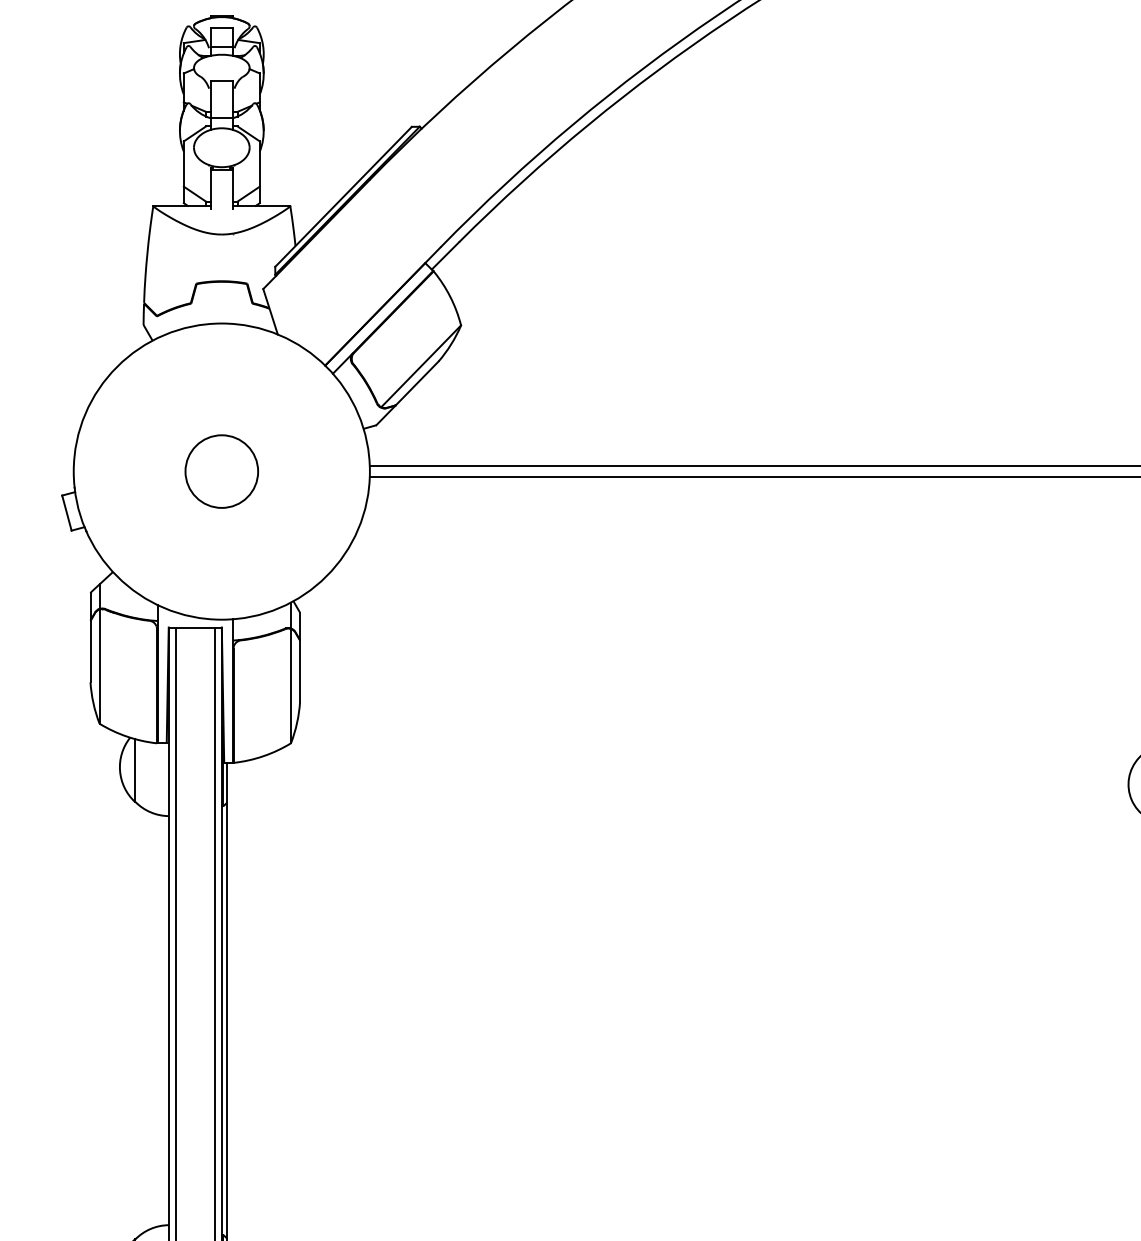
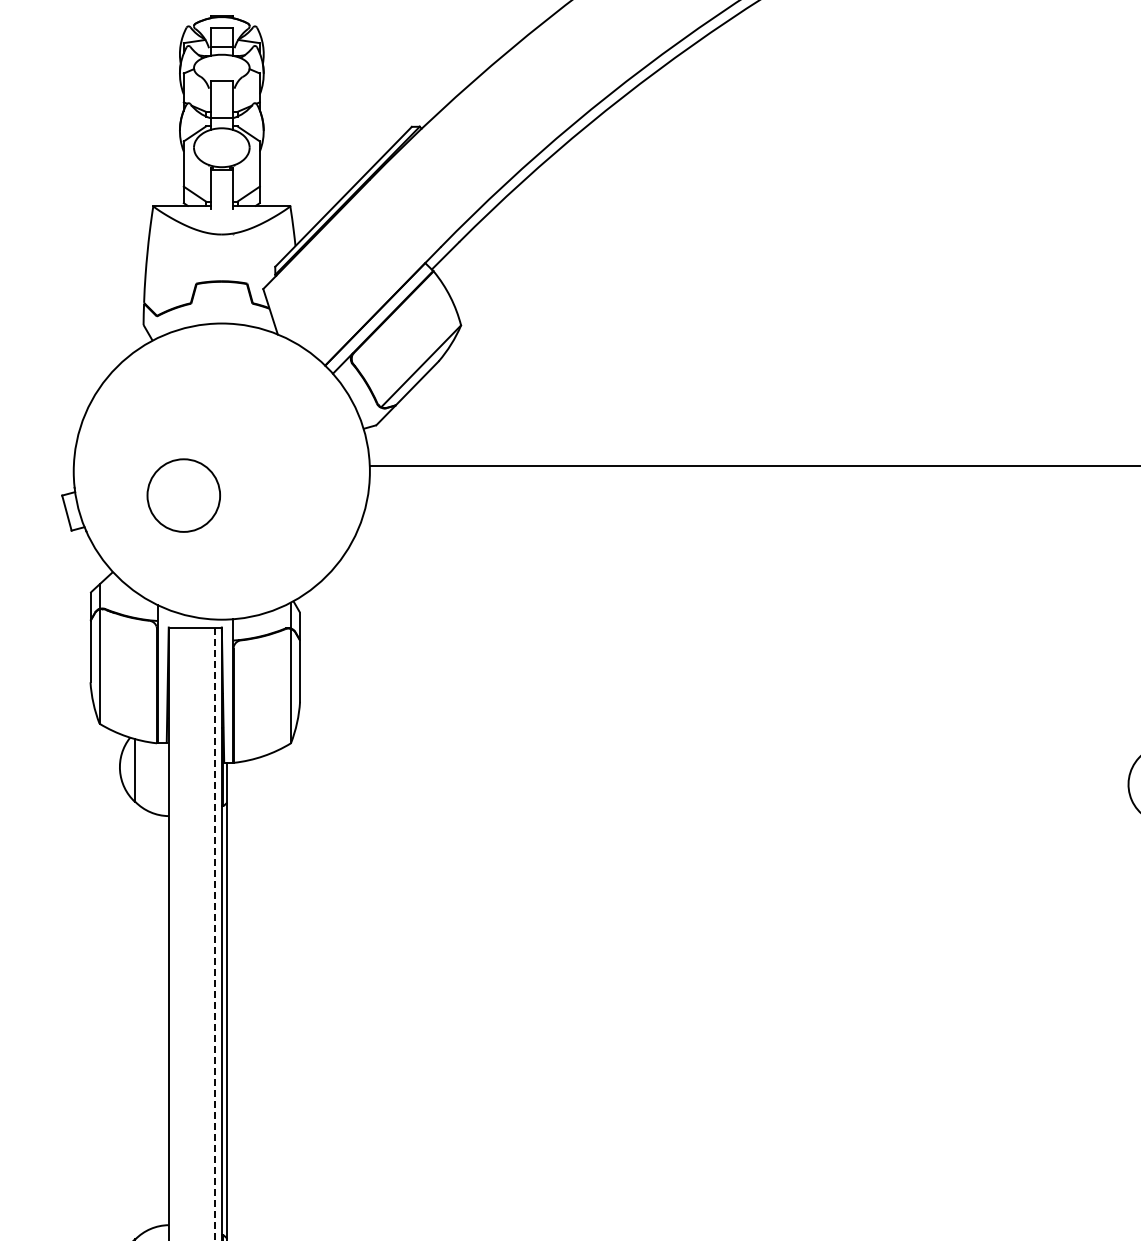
circle at (221, 471) position: (221, 471) -> (183, 495)
line at (753, 477): present -> none
line at (175, 932): present -> none
line at (214, 934): solid -> dashed
